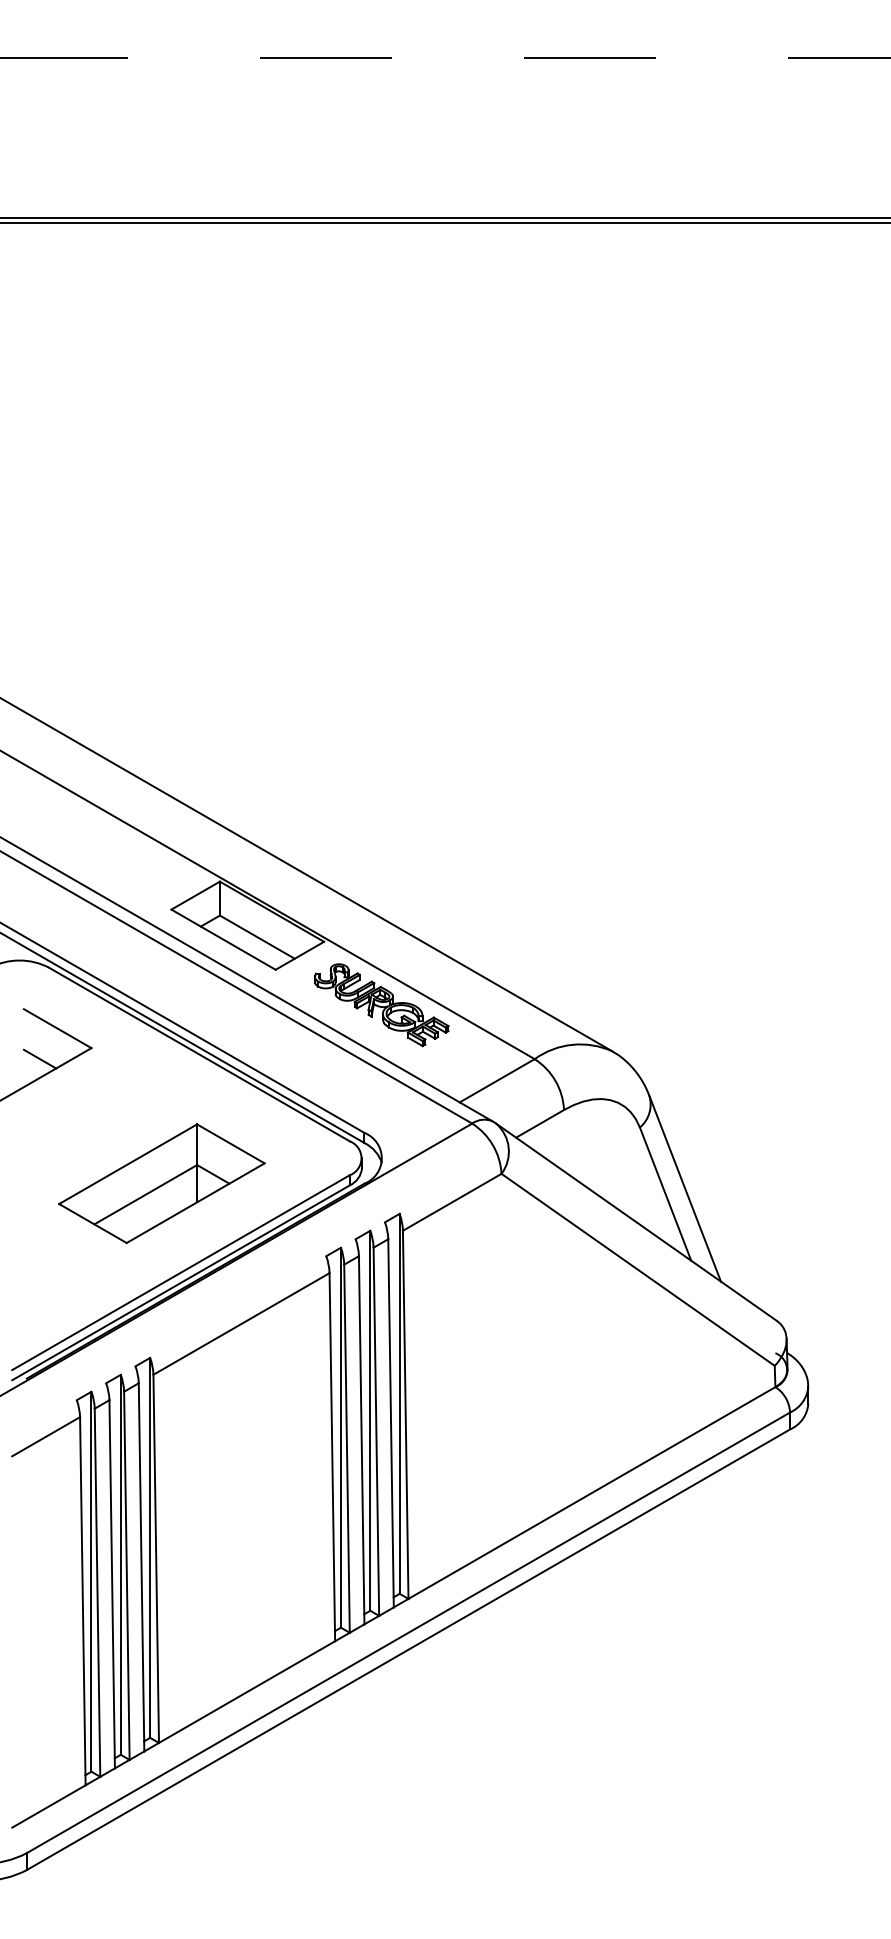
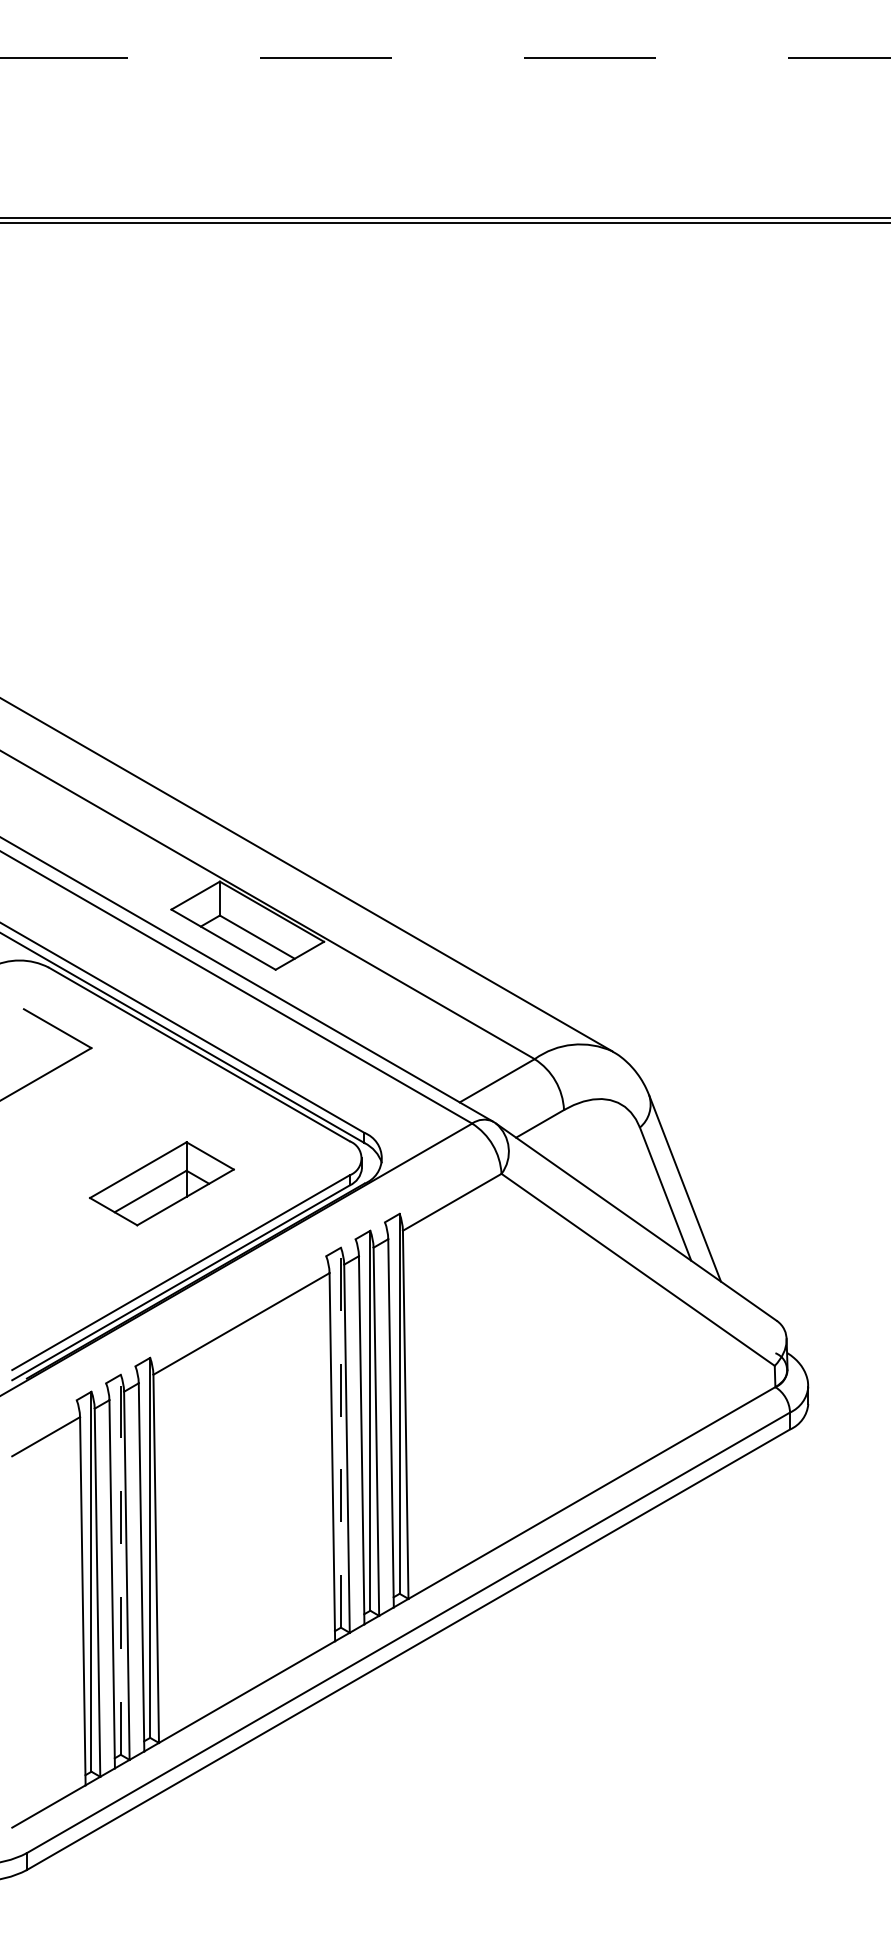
part at (381, 1005): present -> none
line at (39, 1058): present -> none
part at (161, 1183) size: 208x122 px -> 146x86 px
line at (340, 1437): solid -> dashed
line at (120, 1564): solid -> dashed
